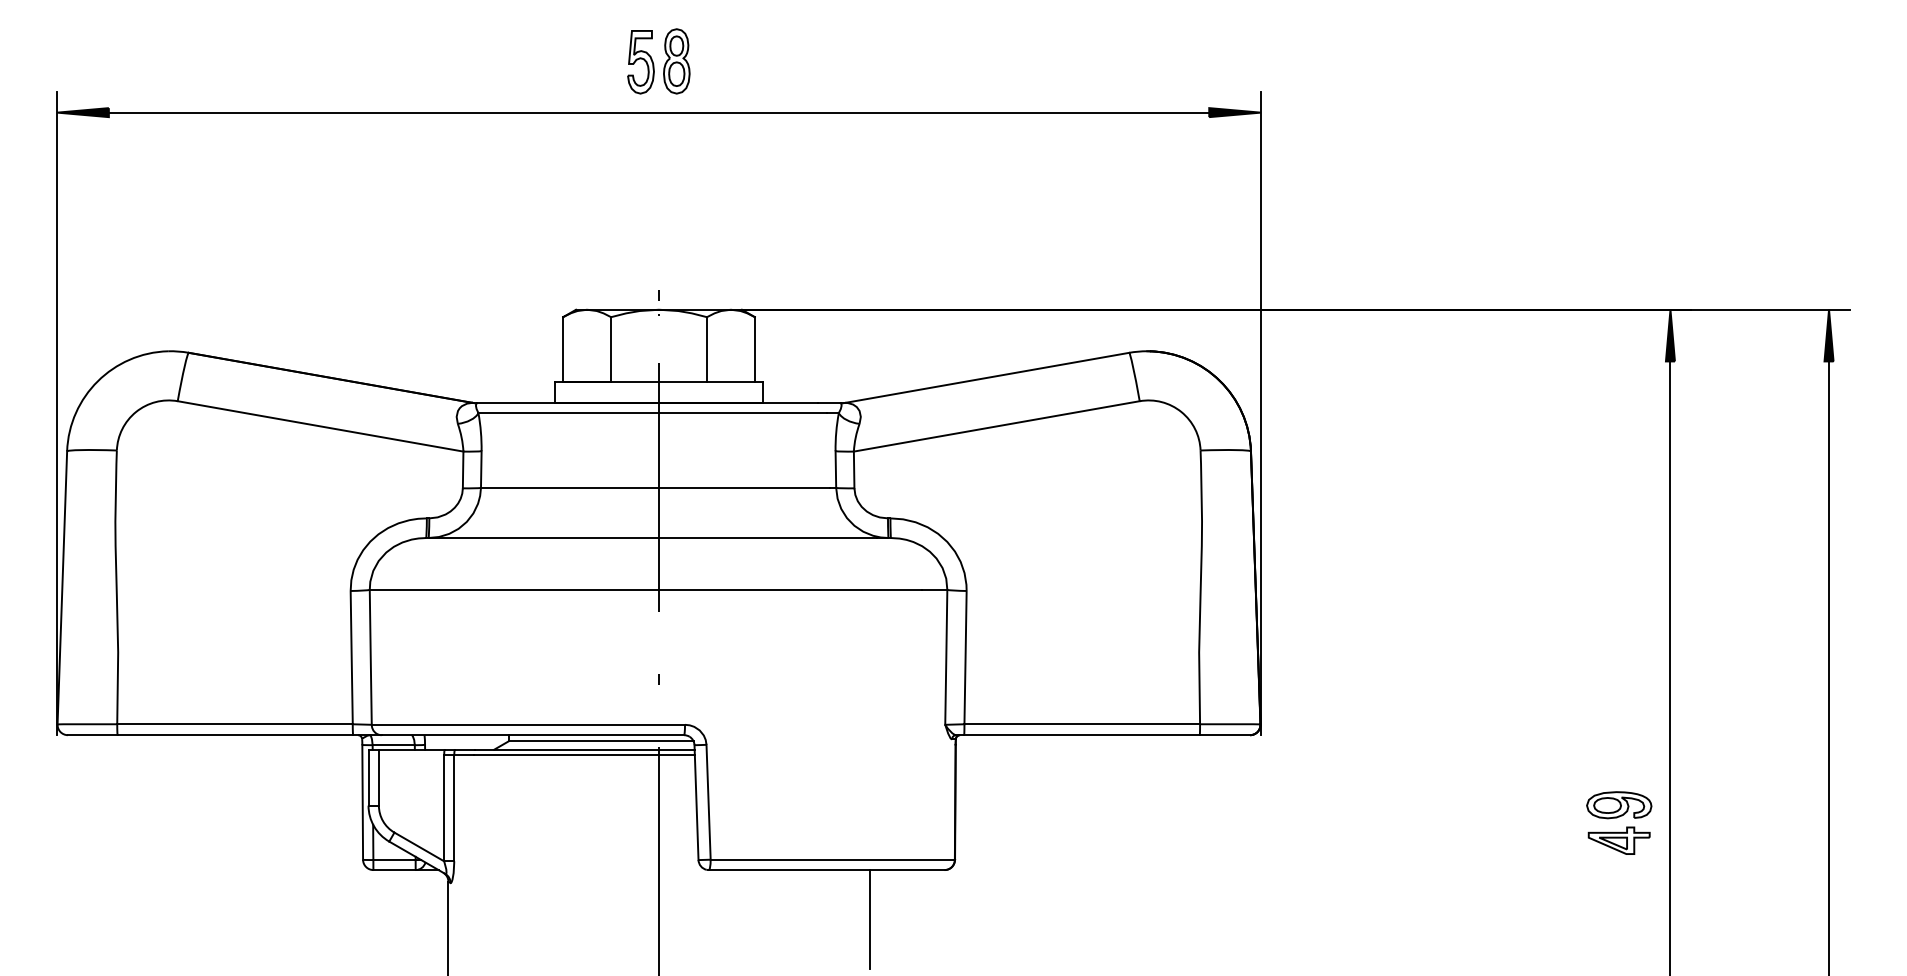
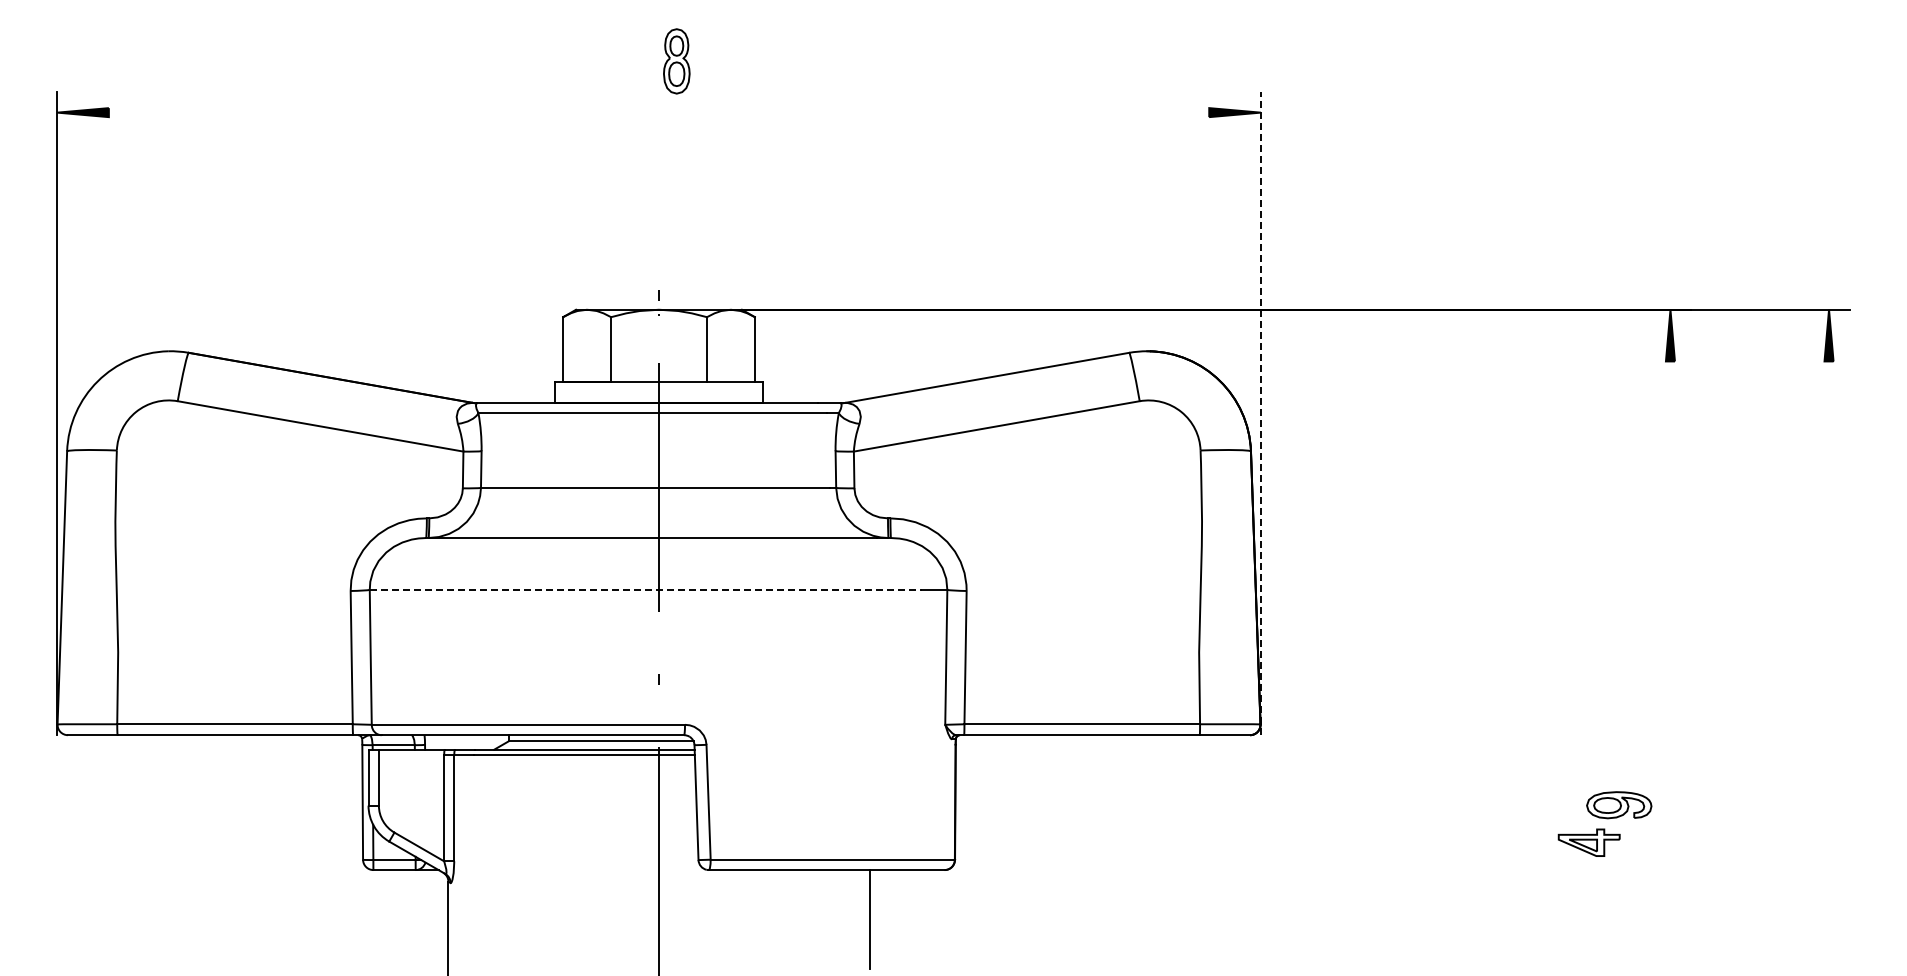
part at (640, 62): present -> none
line at (658, 112): present -> none
line at (1260, 413): solid -> dashed
line at (646, 589): solid -> dashed
line at (1670, 666): present -> none
line at (1829, 666): present -> none
part at (1618, 840) position: (1618, 840) -> (1588, 842)
